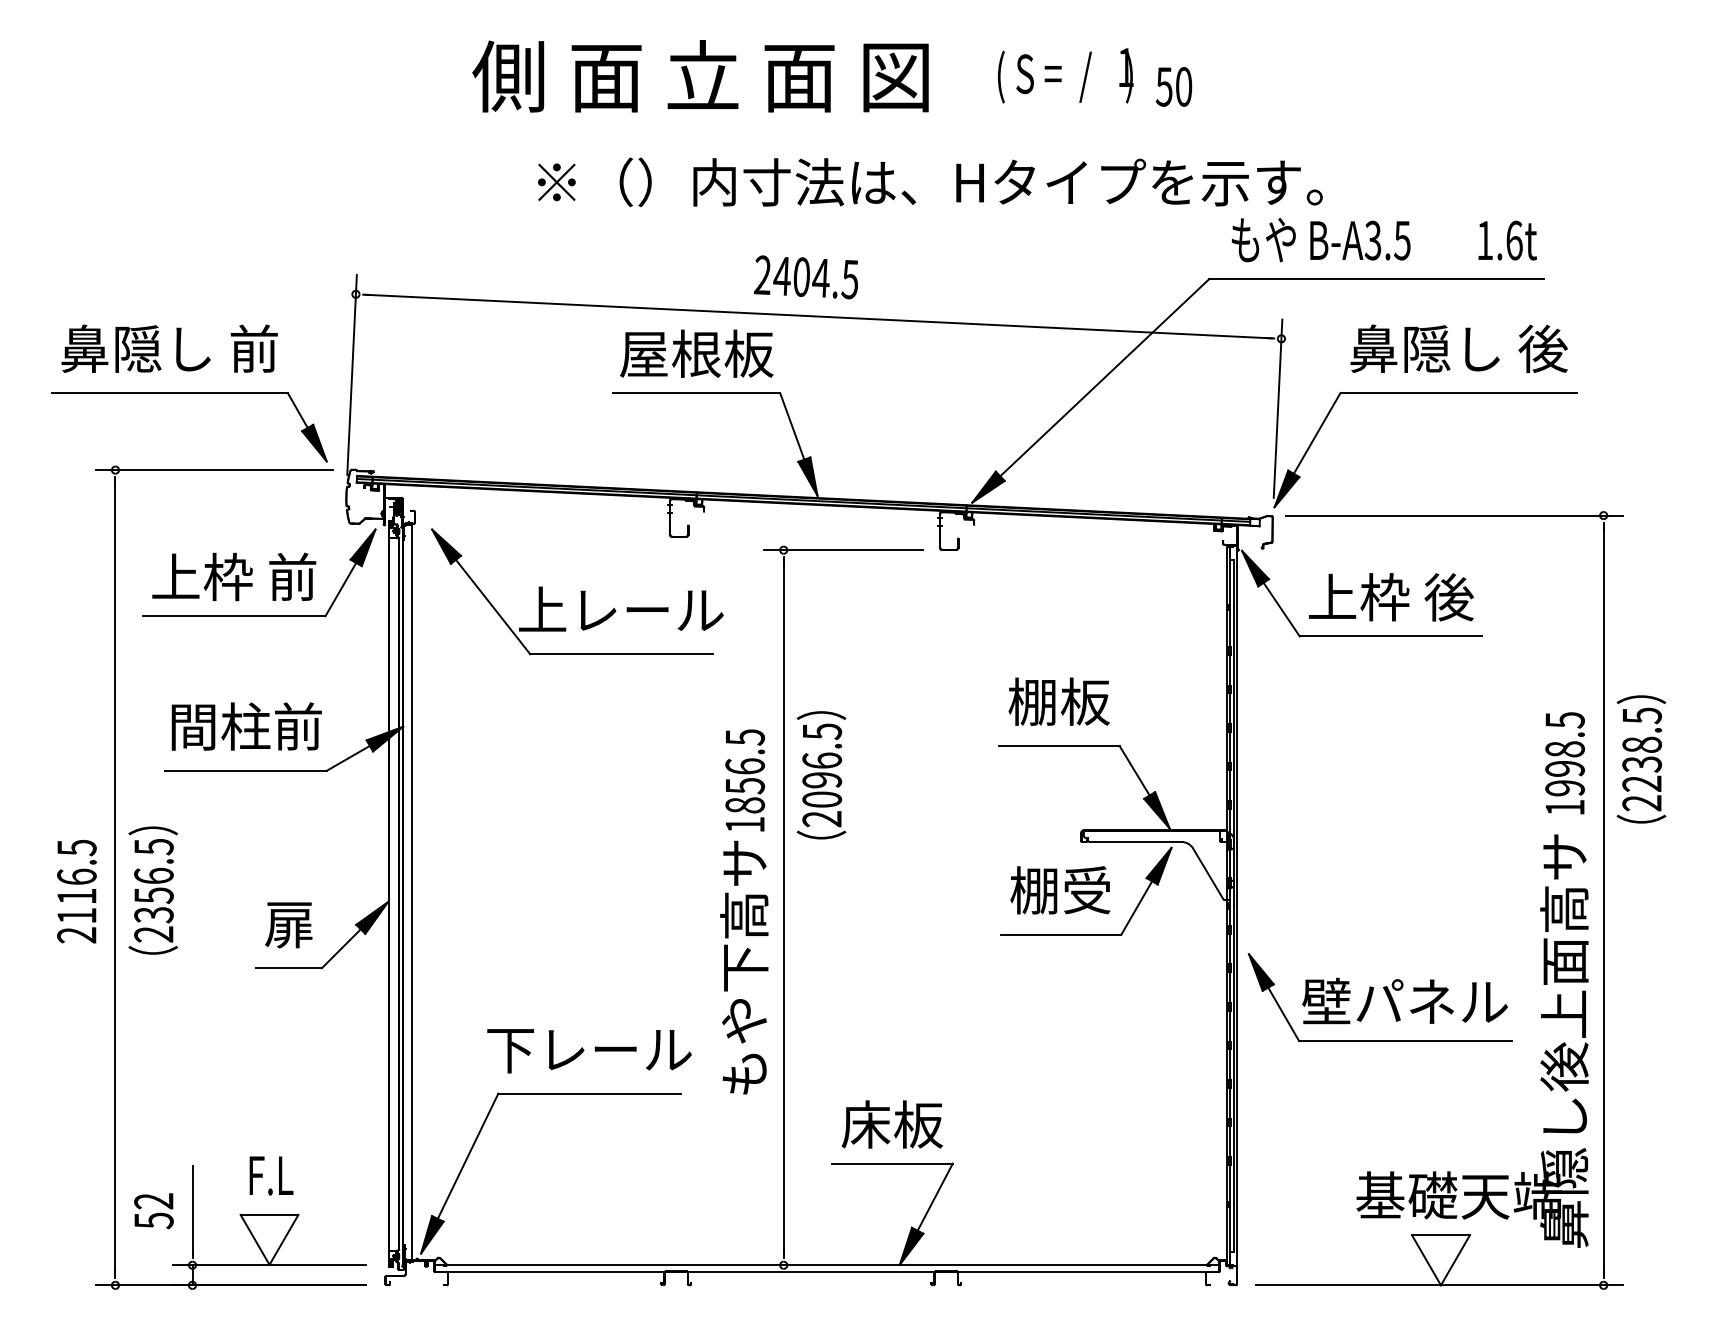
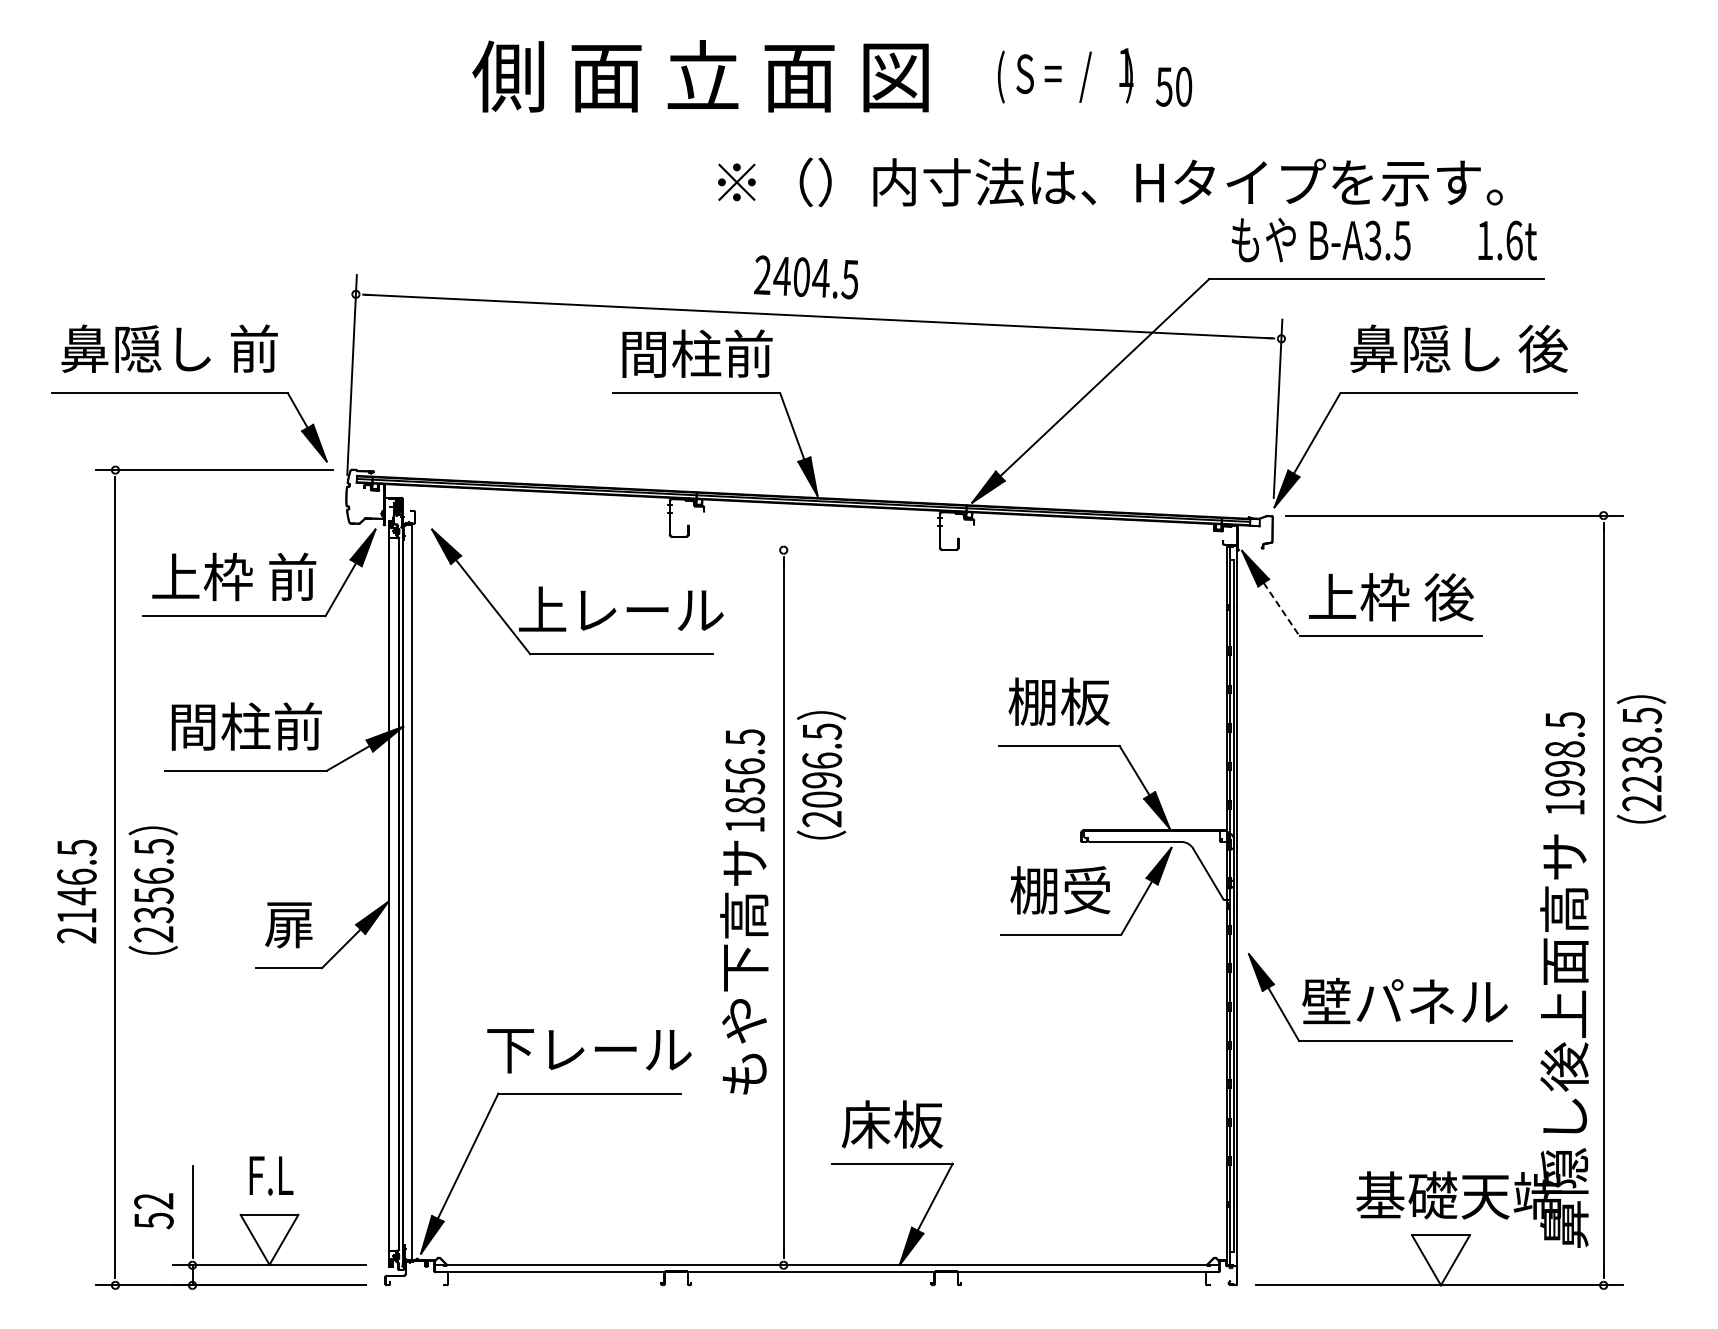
text at (930, 182) position: (930, 182) -> (1110, 182)
text at (696, 353): 屋根板 -> 間柱前
line at (843, 550): present -> none
line at (1281, 610): solid -> dashed
text at (76, 896): 2116.5 -> 2146.5
